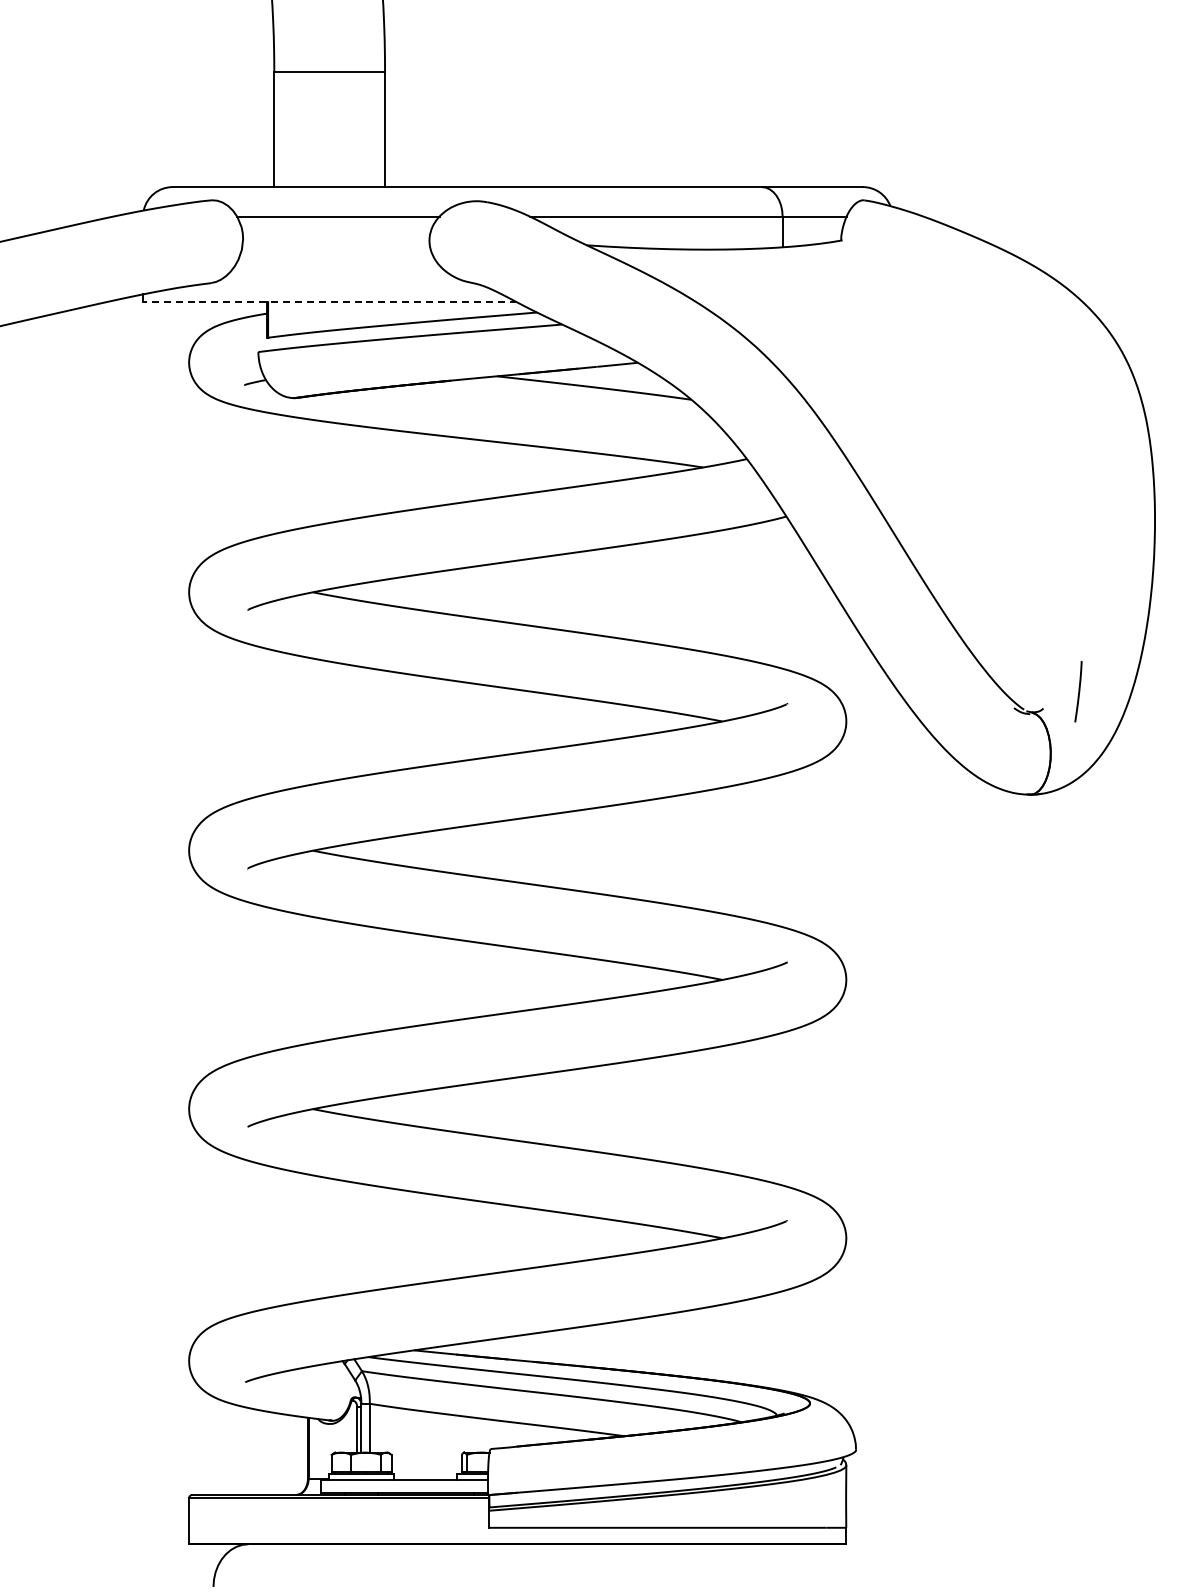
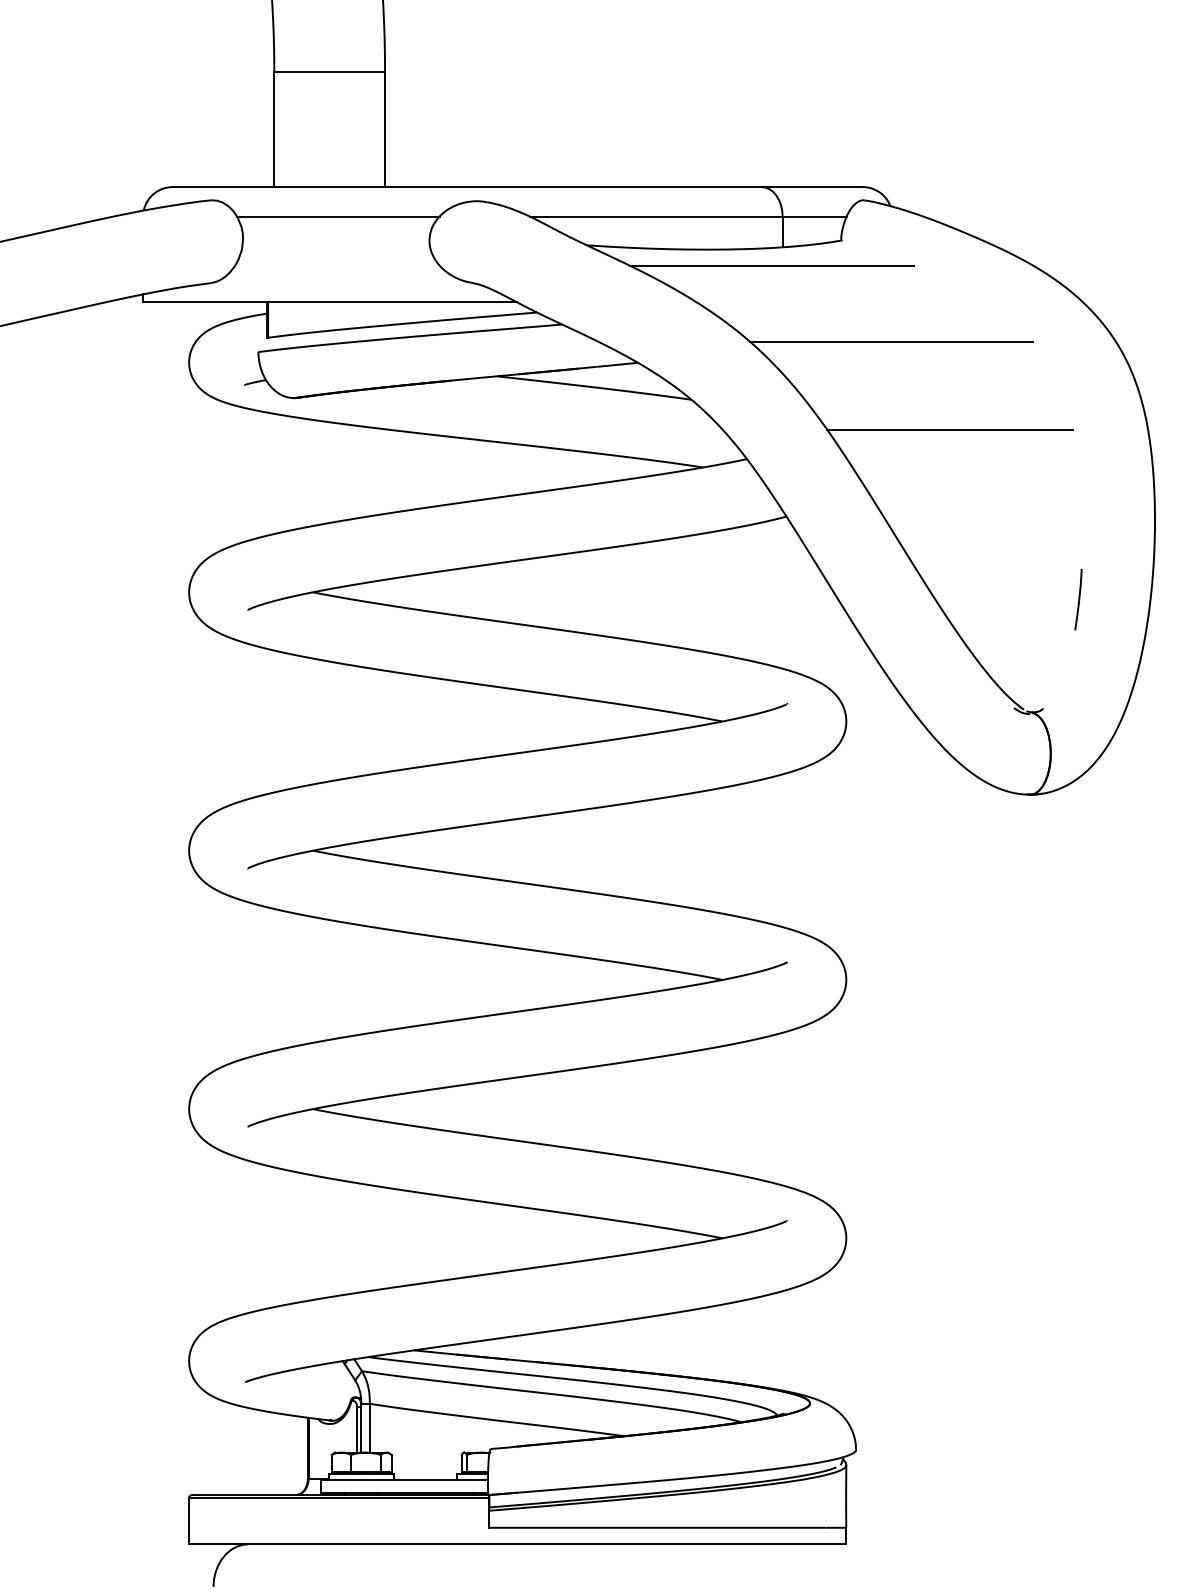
line at (772, 265): none -> present
line at (329, 302): dashed -> solid
line at (891, 341): none -> present
line at (949, 430): none -> present
line at (1078, 691) position: (1078, 691) -> (1078, 599)
